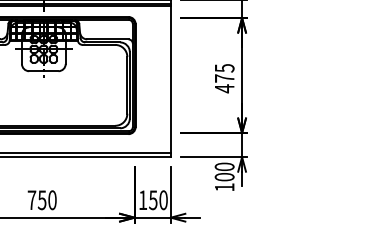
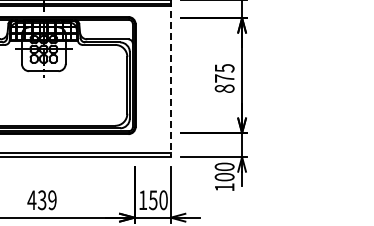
line at (170, 79): solid -> dashed
text at (224, 88): 475 -> 875
text at (41, 200): 750 -> 439
